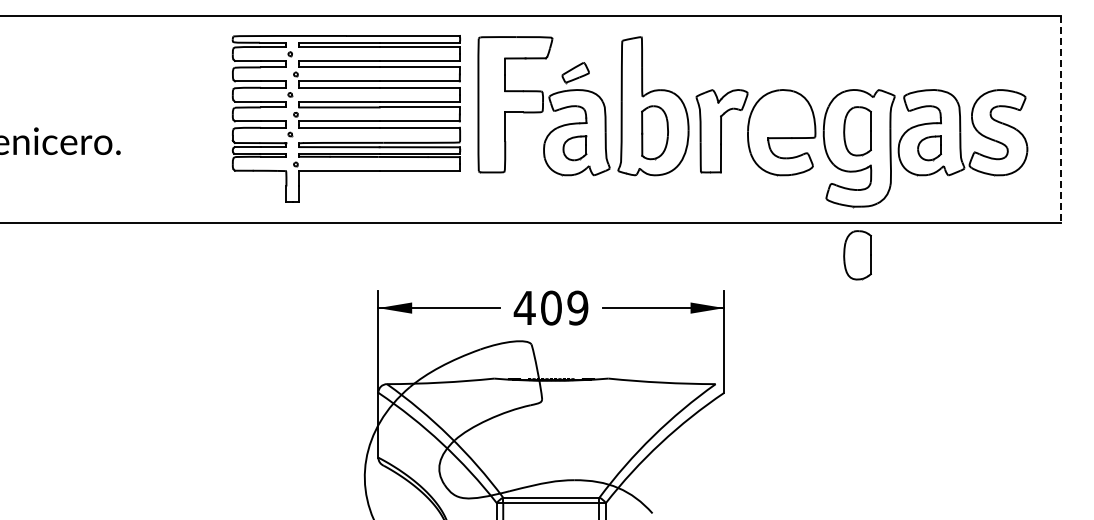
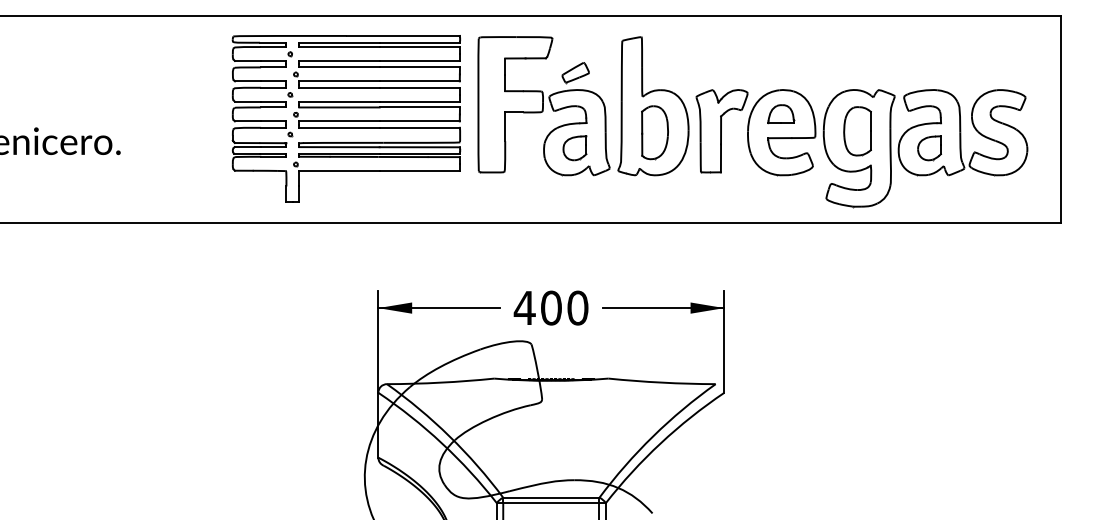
part at (781, 114): none -> present
line at (1061, 119): dashed -> solid
part at (857, 255): present -> none
text at (577, 307): 409 -> 400
